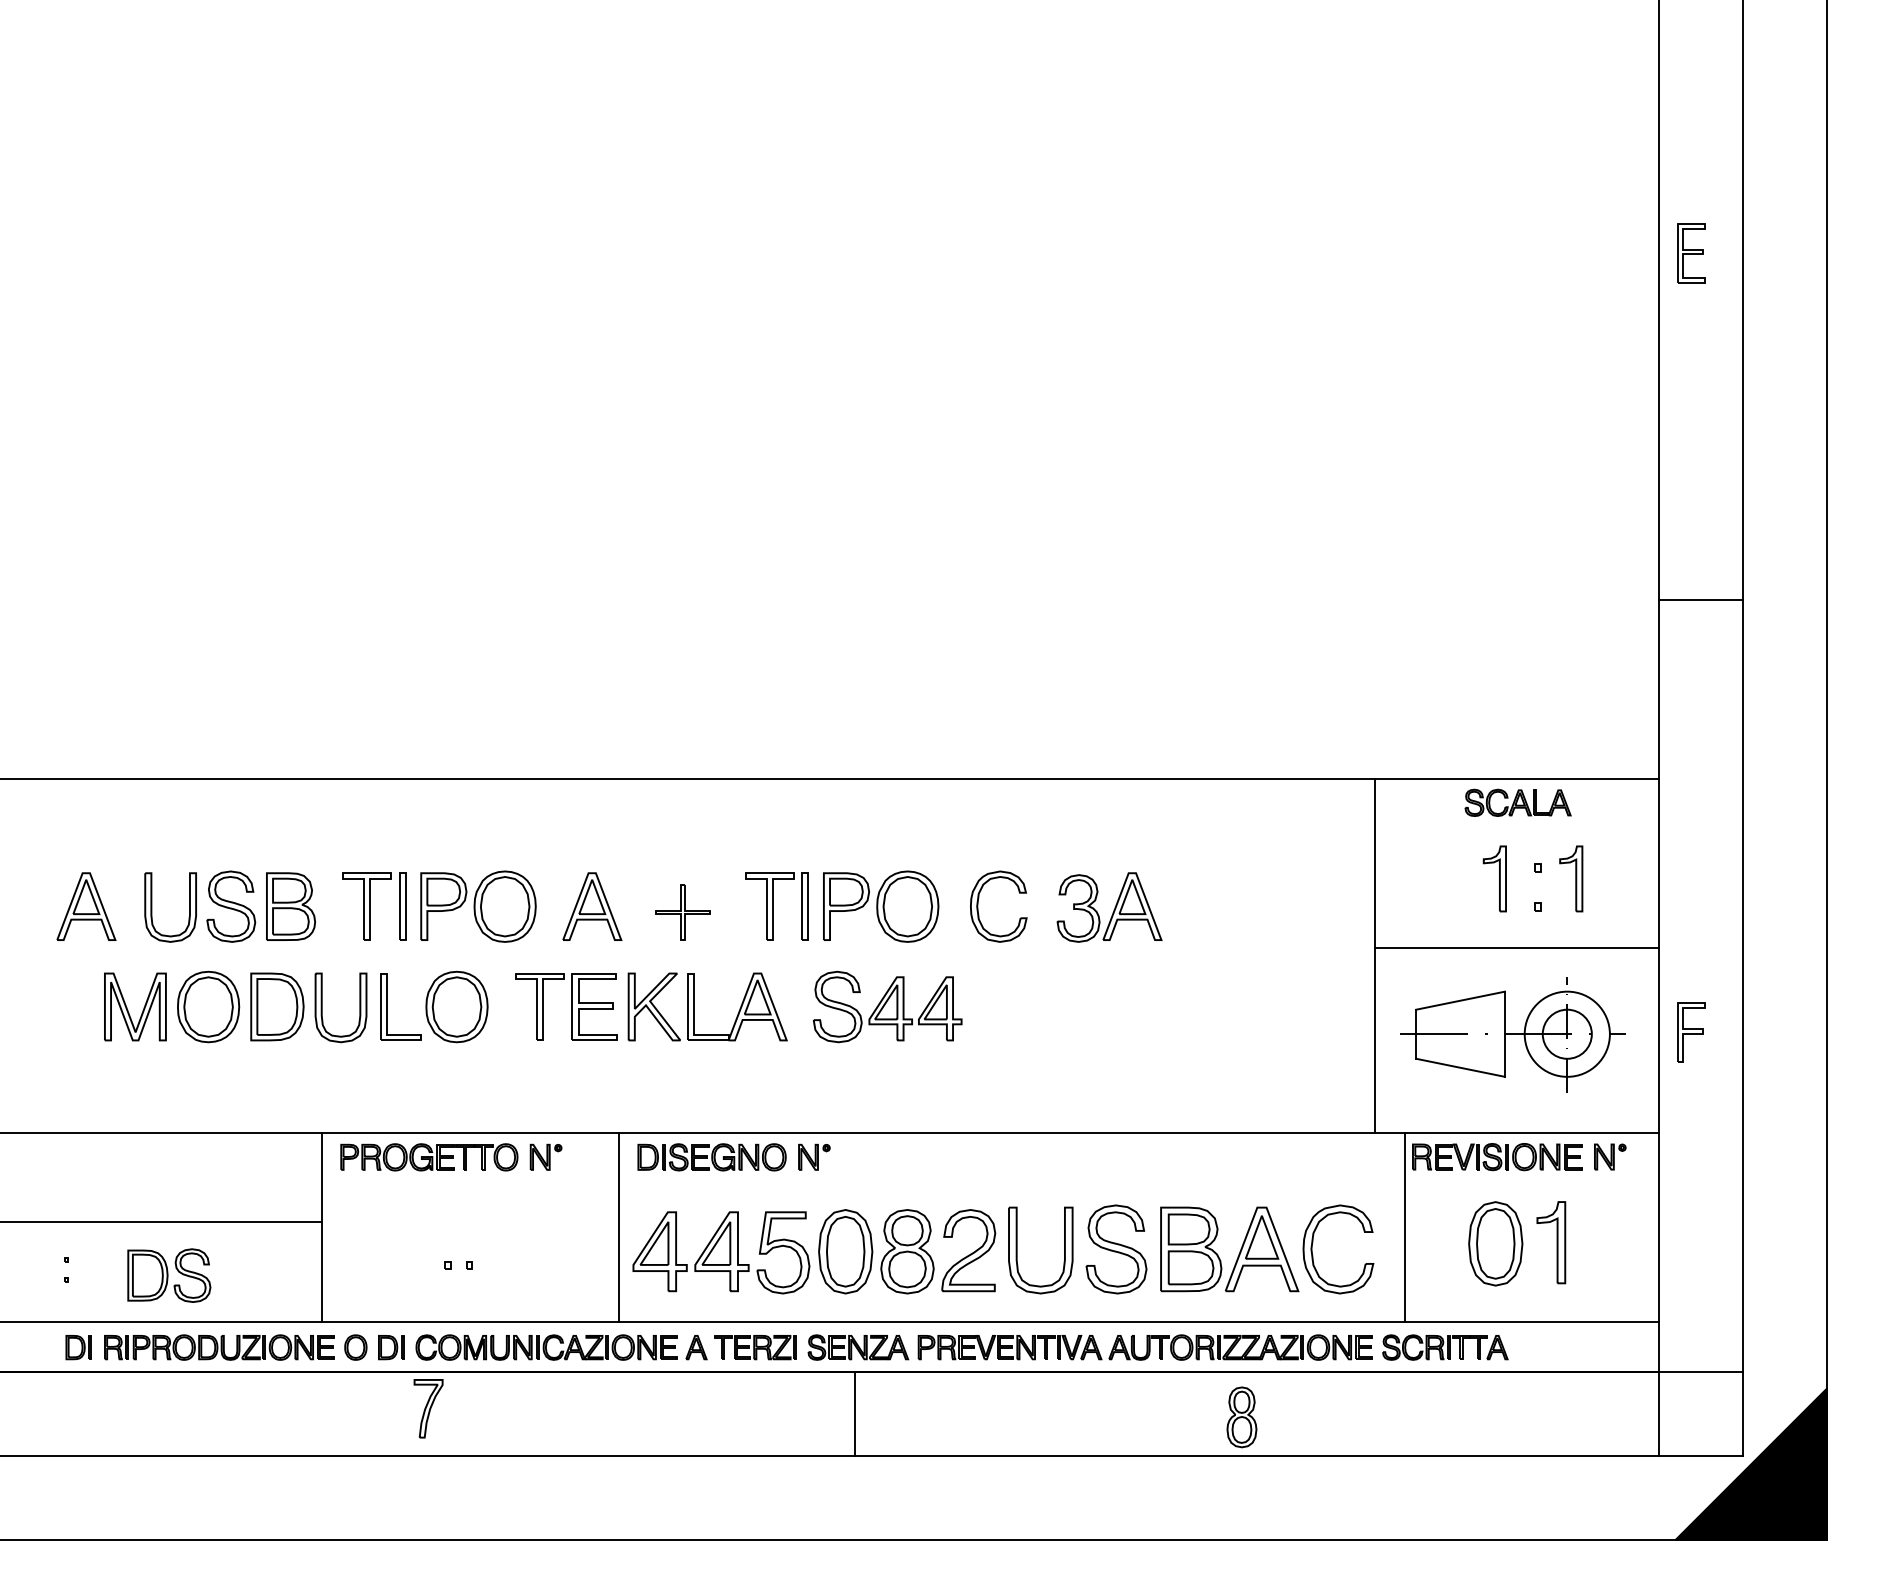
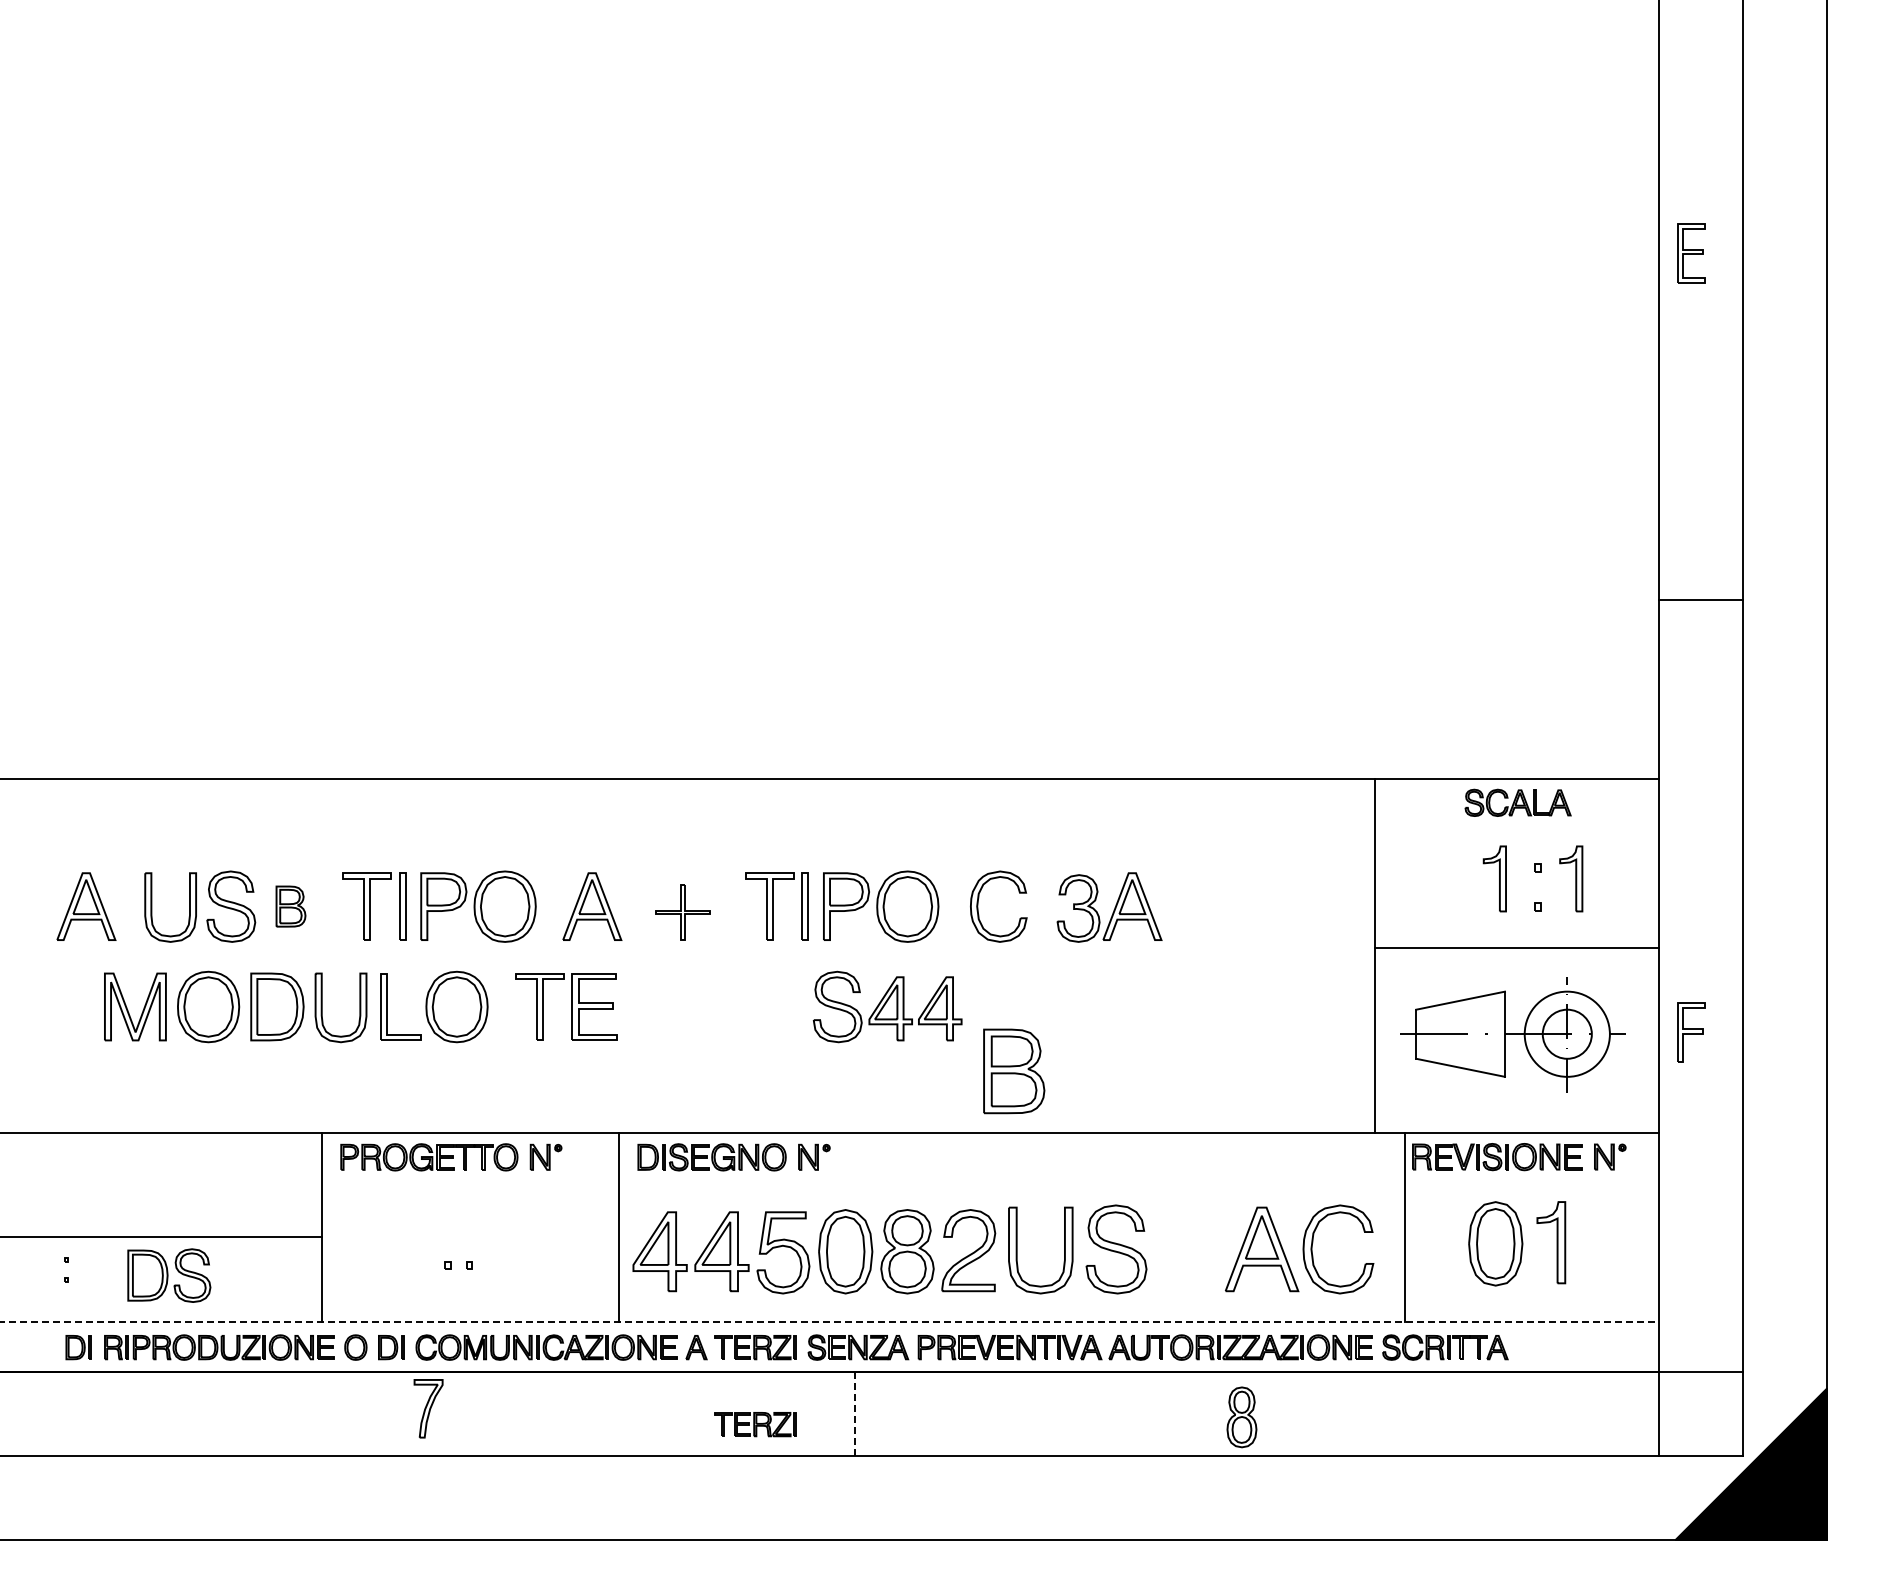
part at (290, 906) size: 50x69 px -> 32x43 px
part at (694, 1006): present -> none
line at (161, 1221) position: (161, 1221) -> (161, 1236)
part at (1191, 1249) position: (1191, 1249) -> (1014, 1071)
line at (830, 1322): solid -> dashed
line at (854, 1414): solid -> dashed
part at (755, 1424): none -> present
